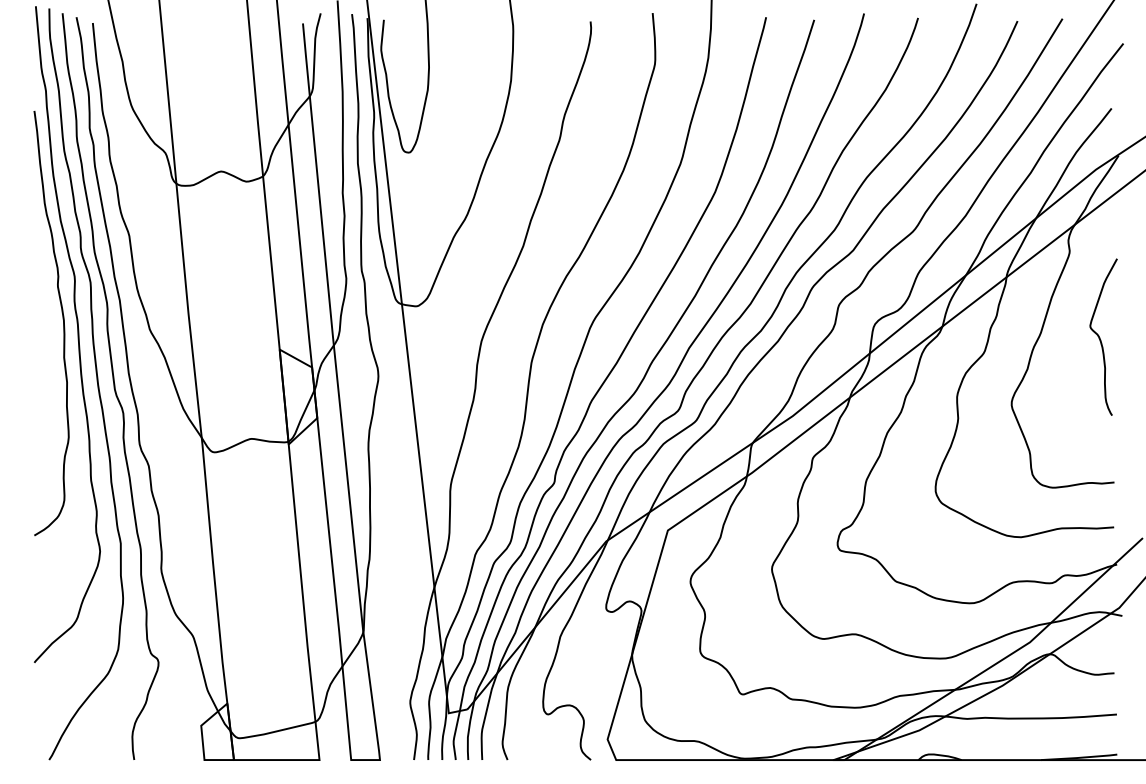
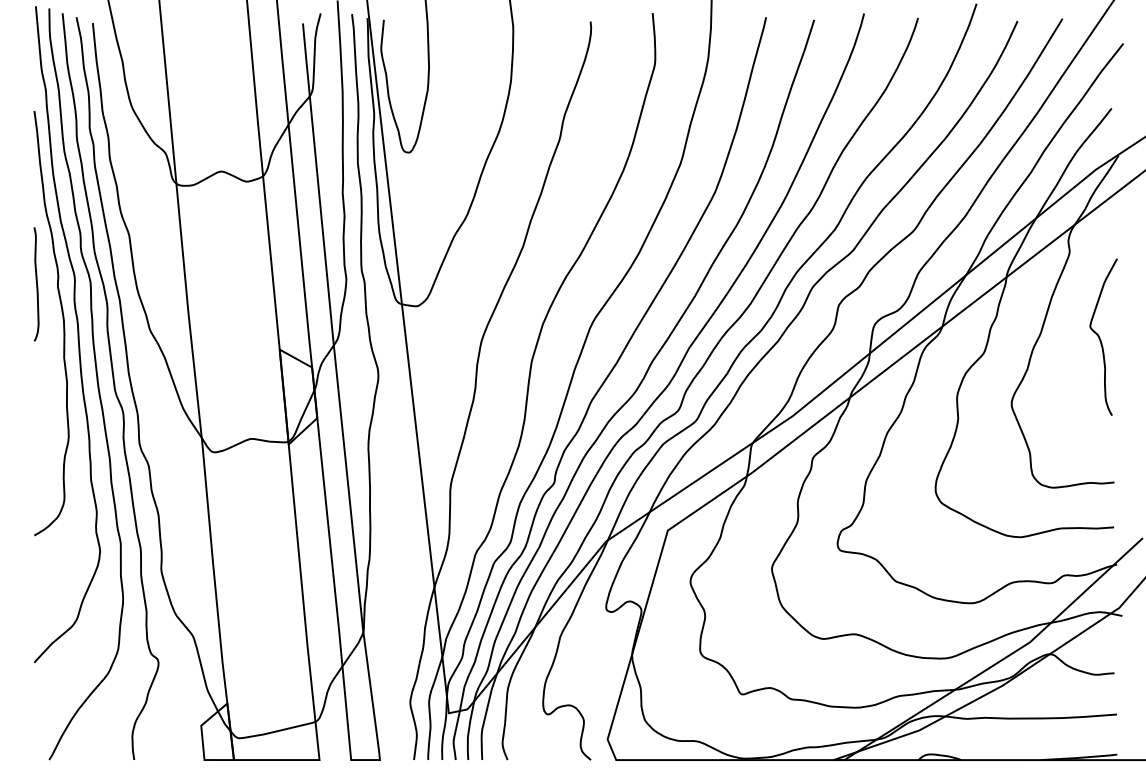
curve at (36, 284): none -> present
